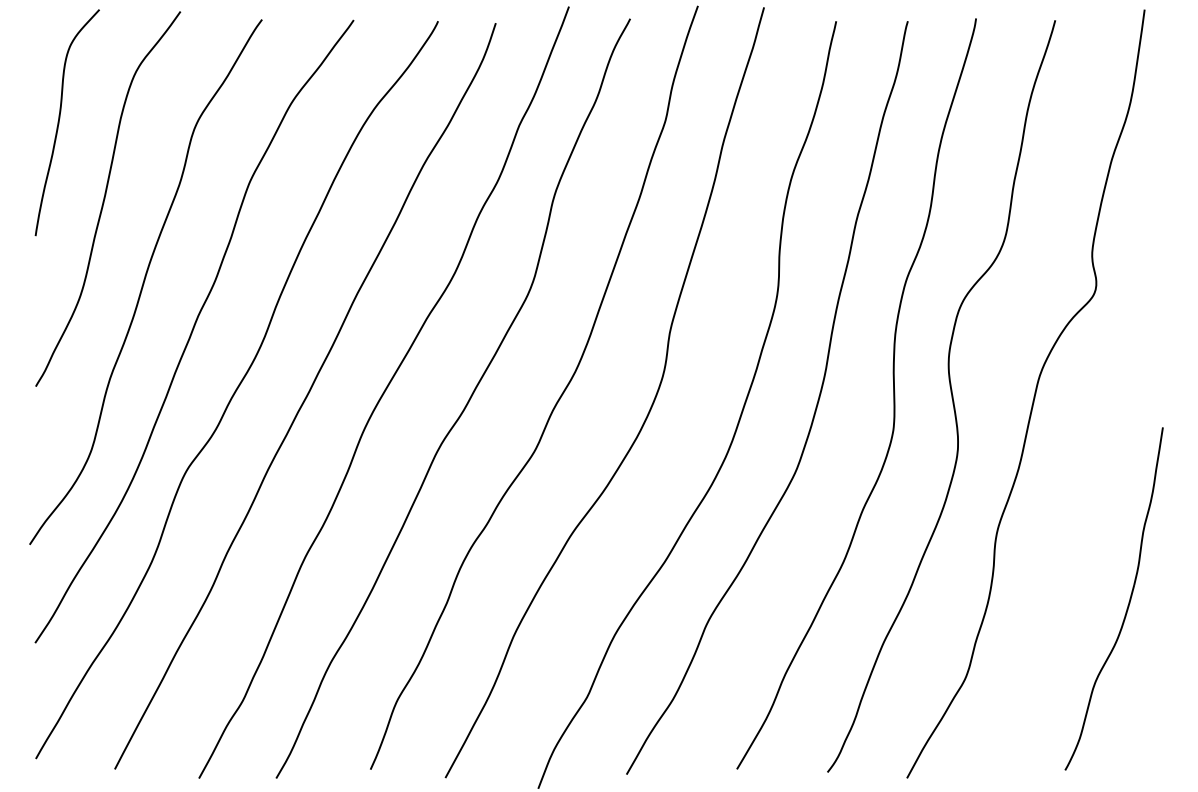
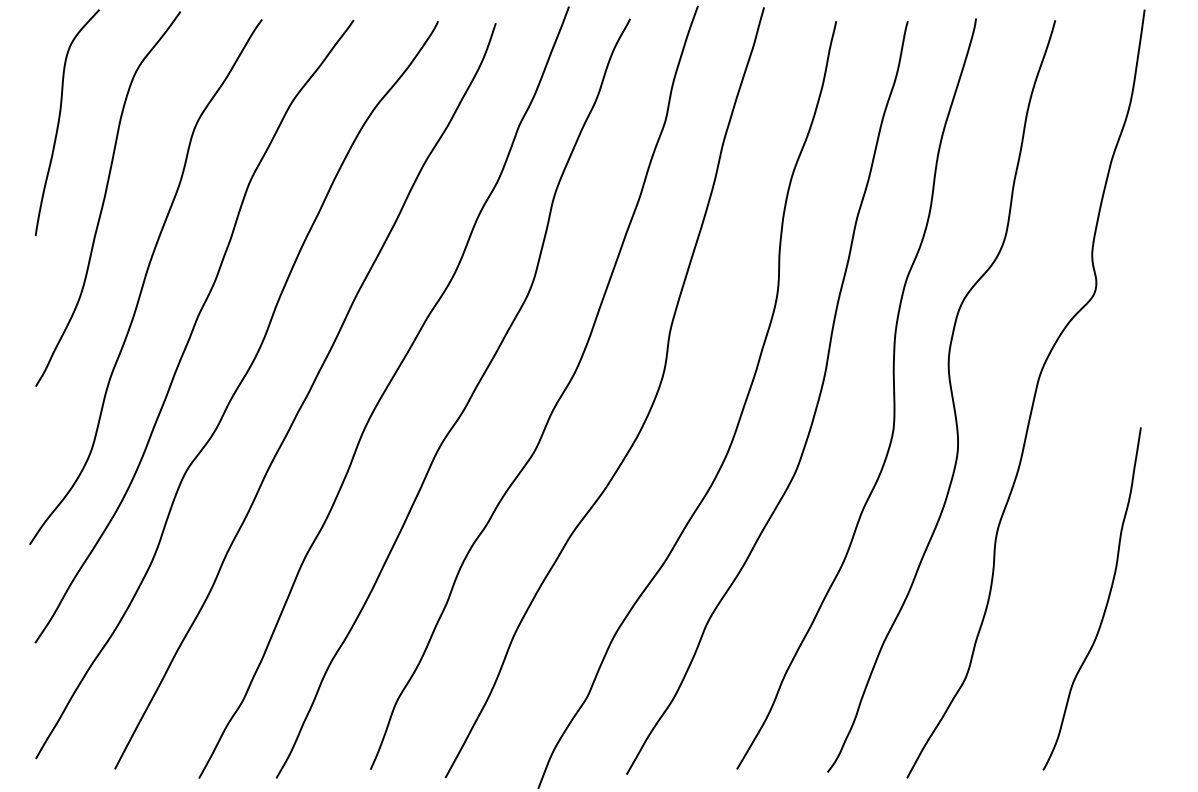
part at (1128, 601) position: (1128, 601) -> (1106, 601)
